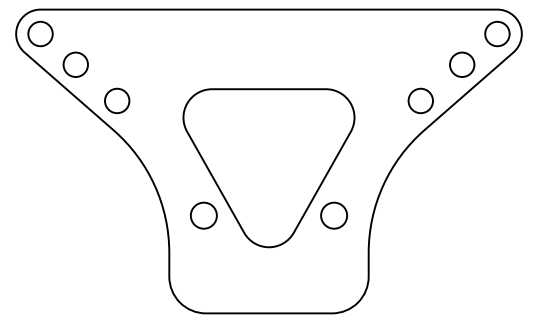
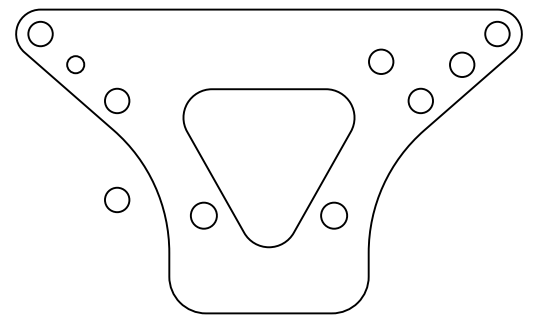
circle at (381, 61): none -> present
circle at (75, 64) size: 27x27 px -> 20x20 px
circle at (117, 199): none -> present
